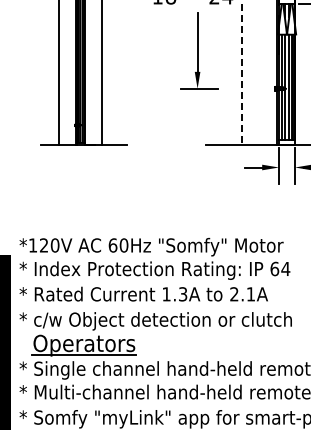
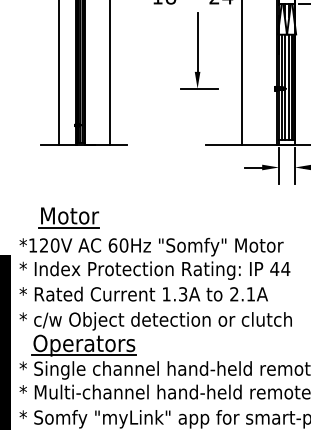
line at (102, 73) position: (102, 73) -> (110, 73)
line at (242, 73): dashed -> solid
part at (68, 217): none -> present
text at (274, 268): 64 -> 44
